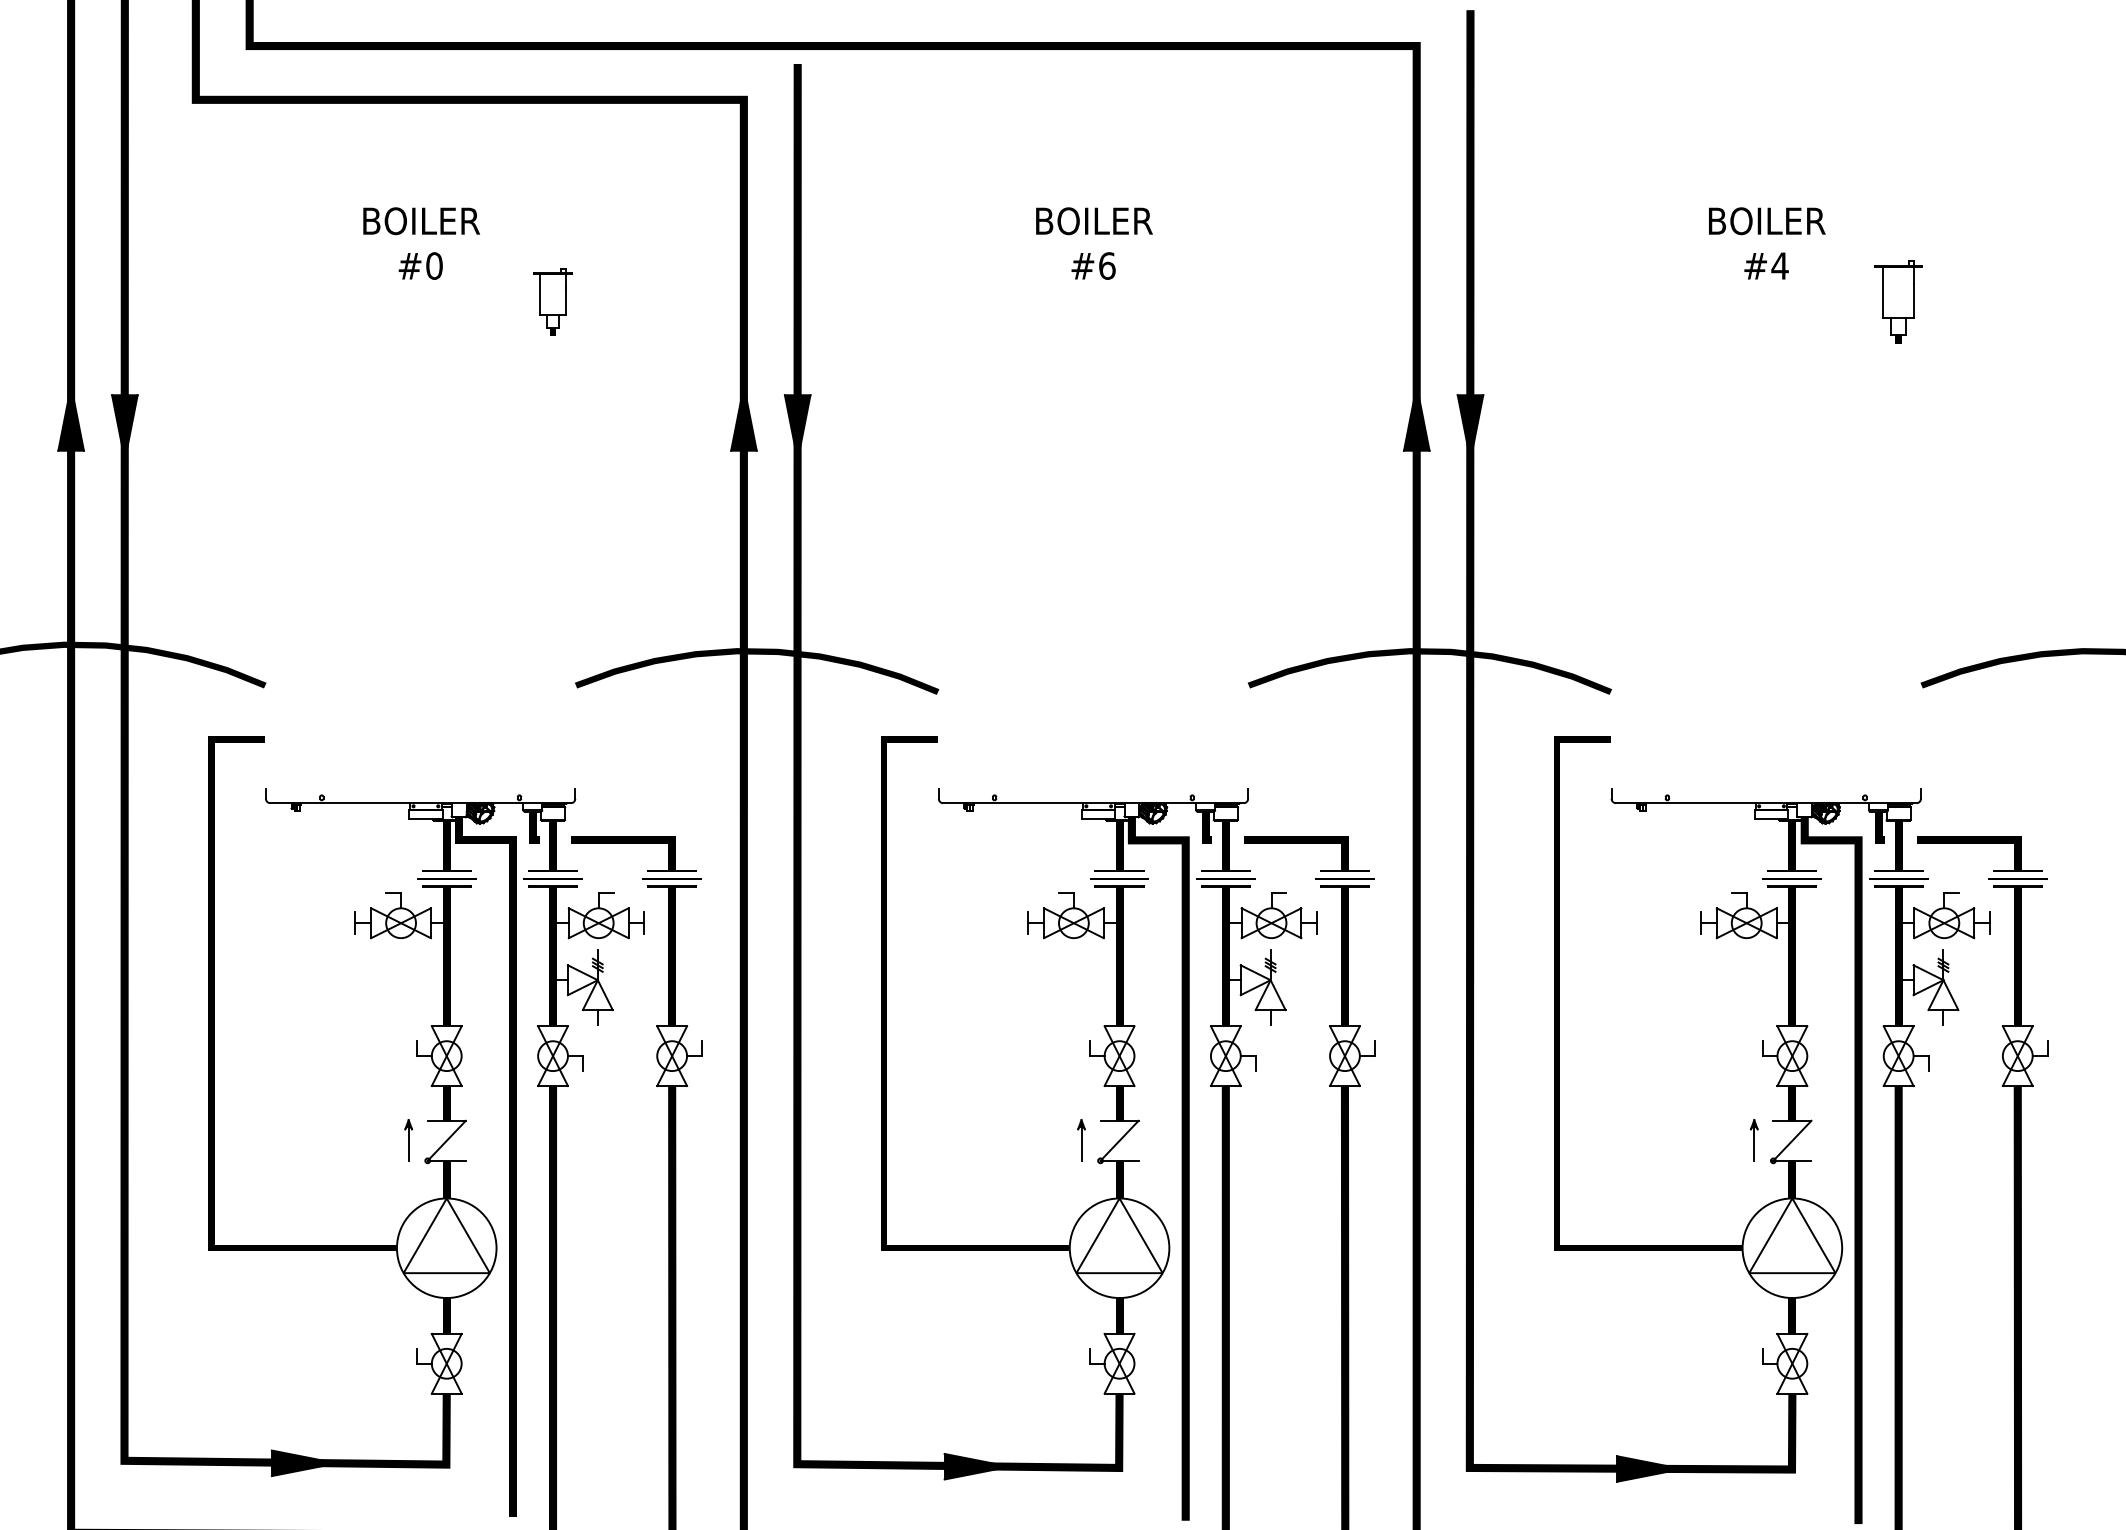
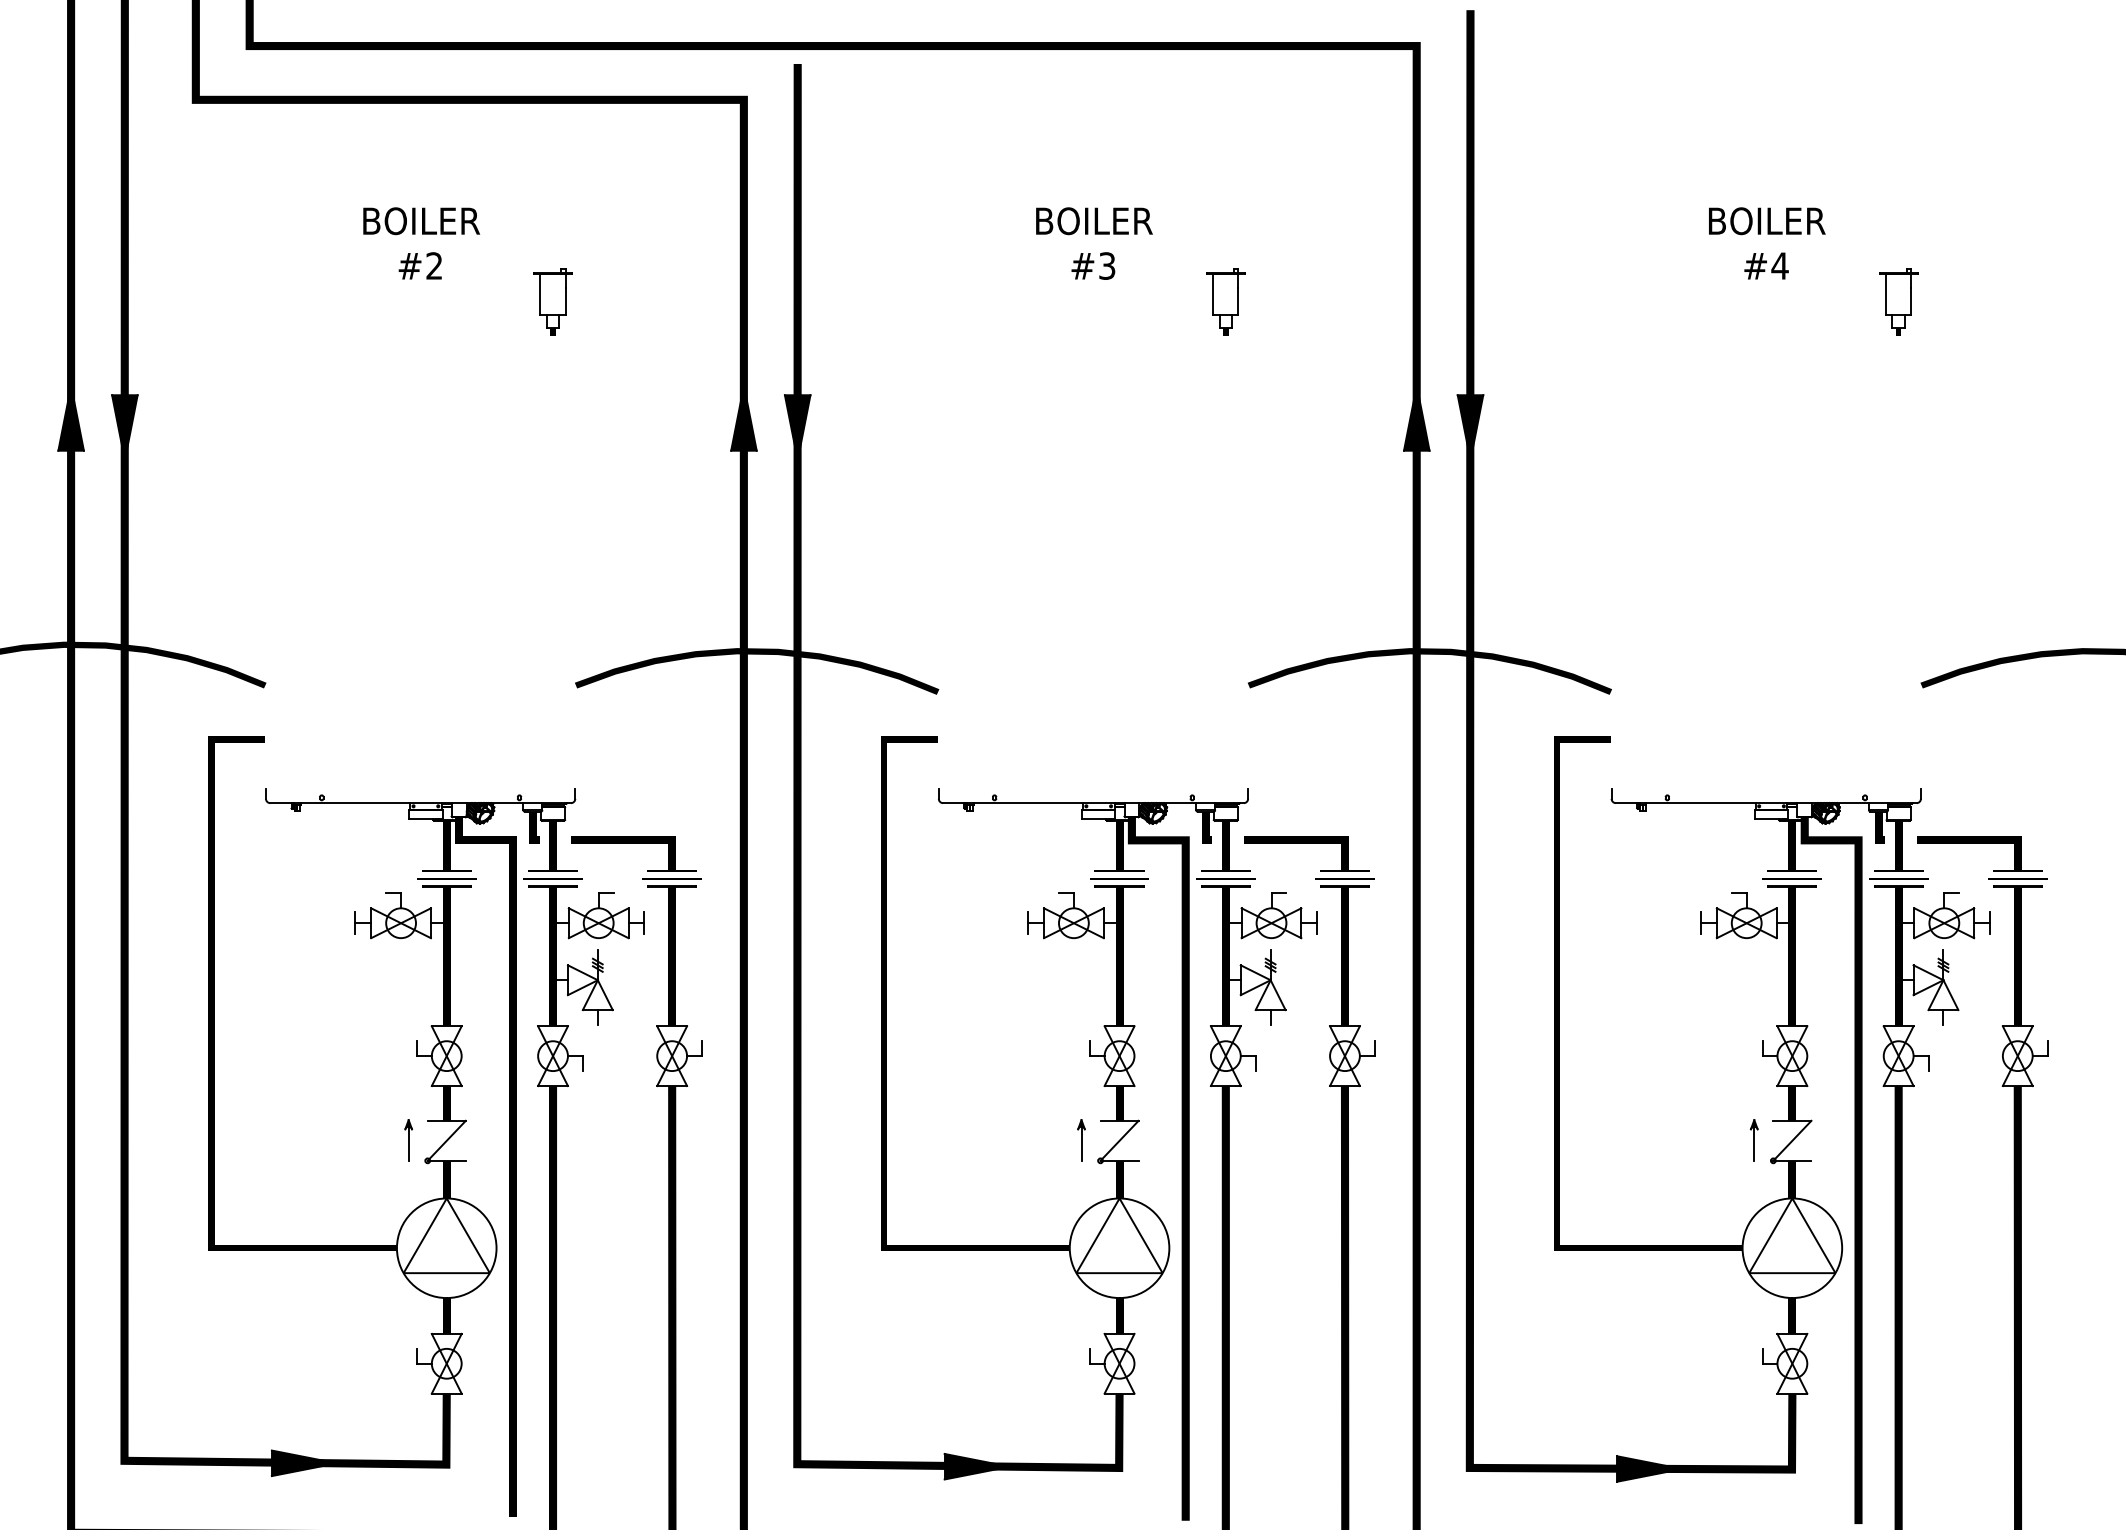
text at (434, 265): #0 -> #2
text at (1107, 265): #6 -> #3
part at (1225, 301): none -> present
part at (1898, 301) size: 49x84 px -> 40x68 px
